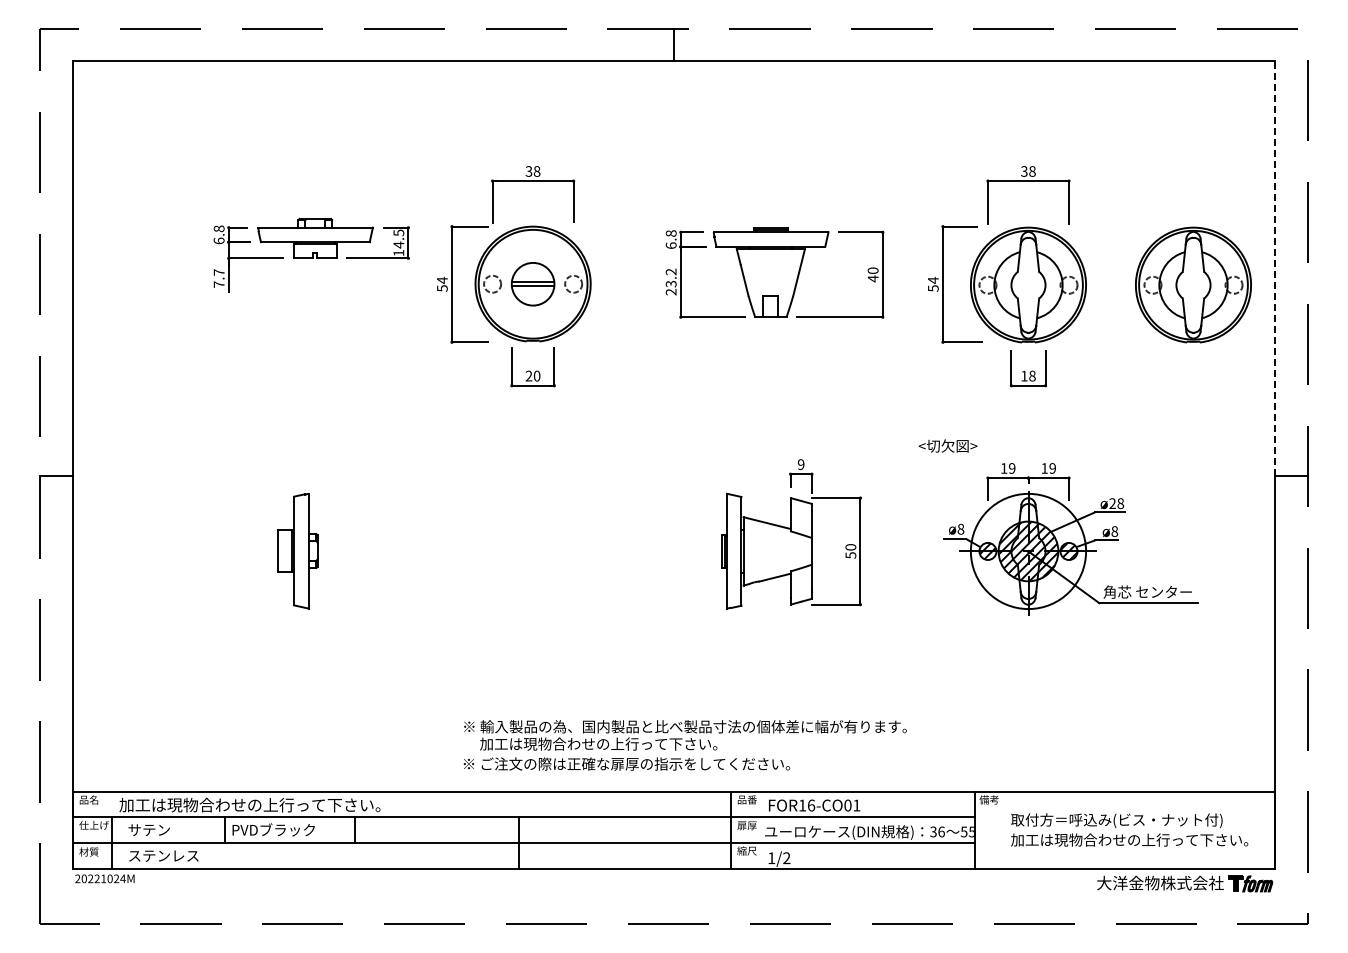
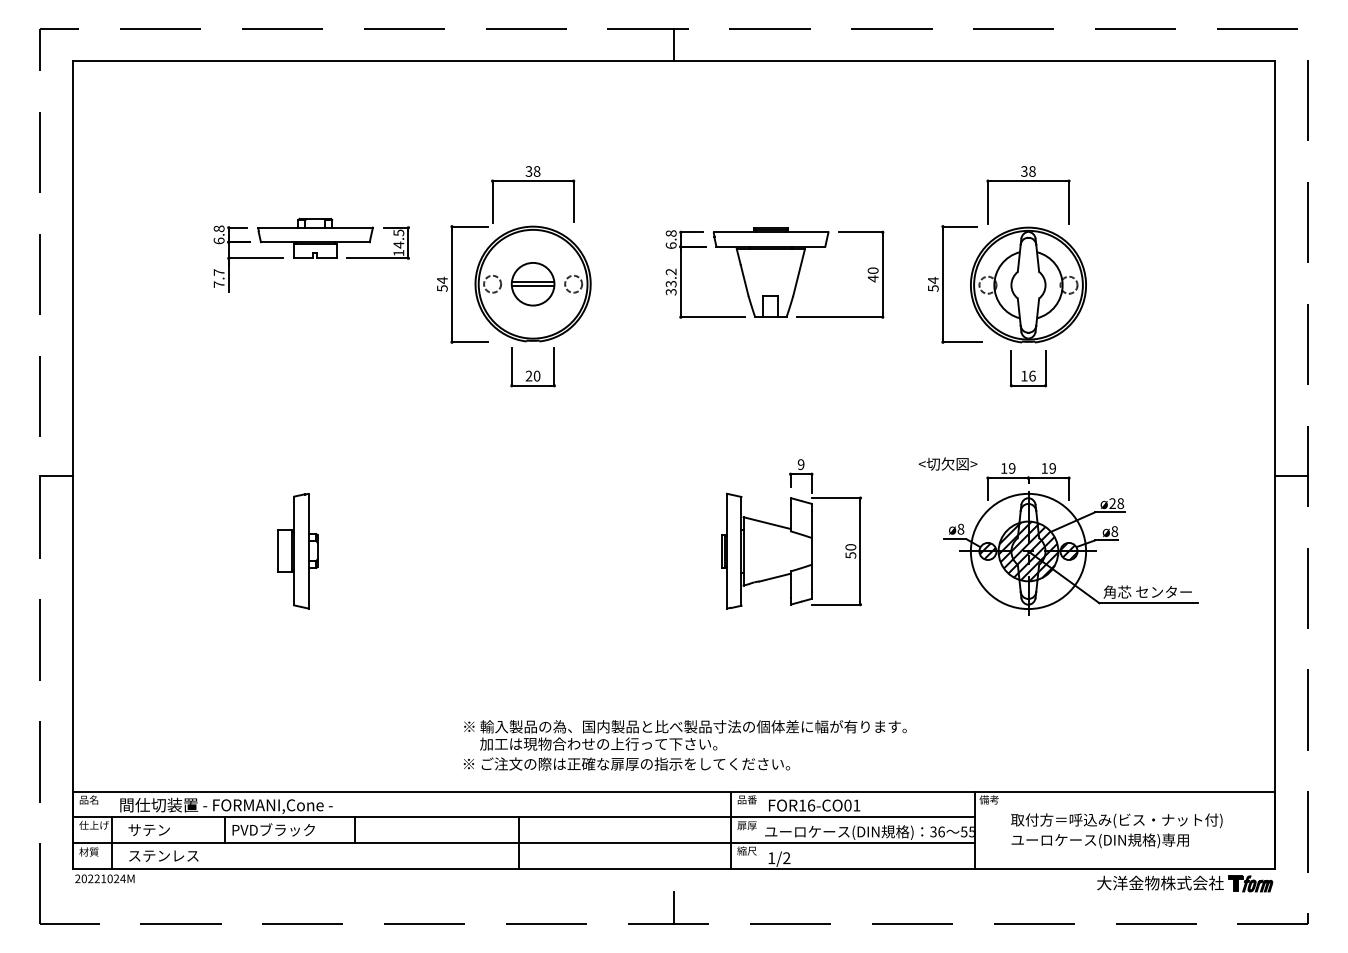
line at (1274, 268): dashed -> solid
part at (1193, 284): present -> none
text at (671, 292): 23.2 -> 33.2
text at (1032, 375): 18 -> 16
text at (947, 445) position: (947, 445) -> (947, 463)
text at (249, 805): 加工は現物合わせの上行って下さい。 -> 間仕切装置 - FORMANI,Cone -
text at (1129, 840): 加工は現物合わせの上行って下さい。 -> ユーロケース(DIN規格)専用
line at (674, 907): none -> present
